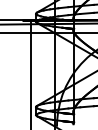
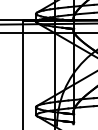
line at (30, 73) position: (30, 73) -> (22, 73)
